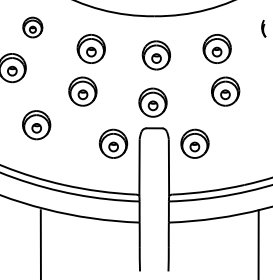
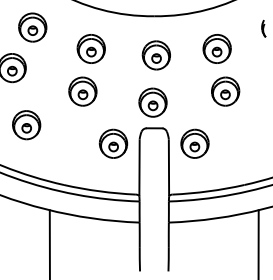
part at (32, 27) size: 22x23 px -> 30x31 px
part at (36, 125) position: (36, 125) -> (26, 125)
line at (40, 243) position: (40, 243) -> (49, 243)
